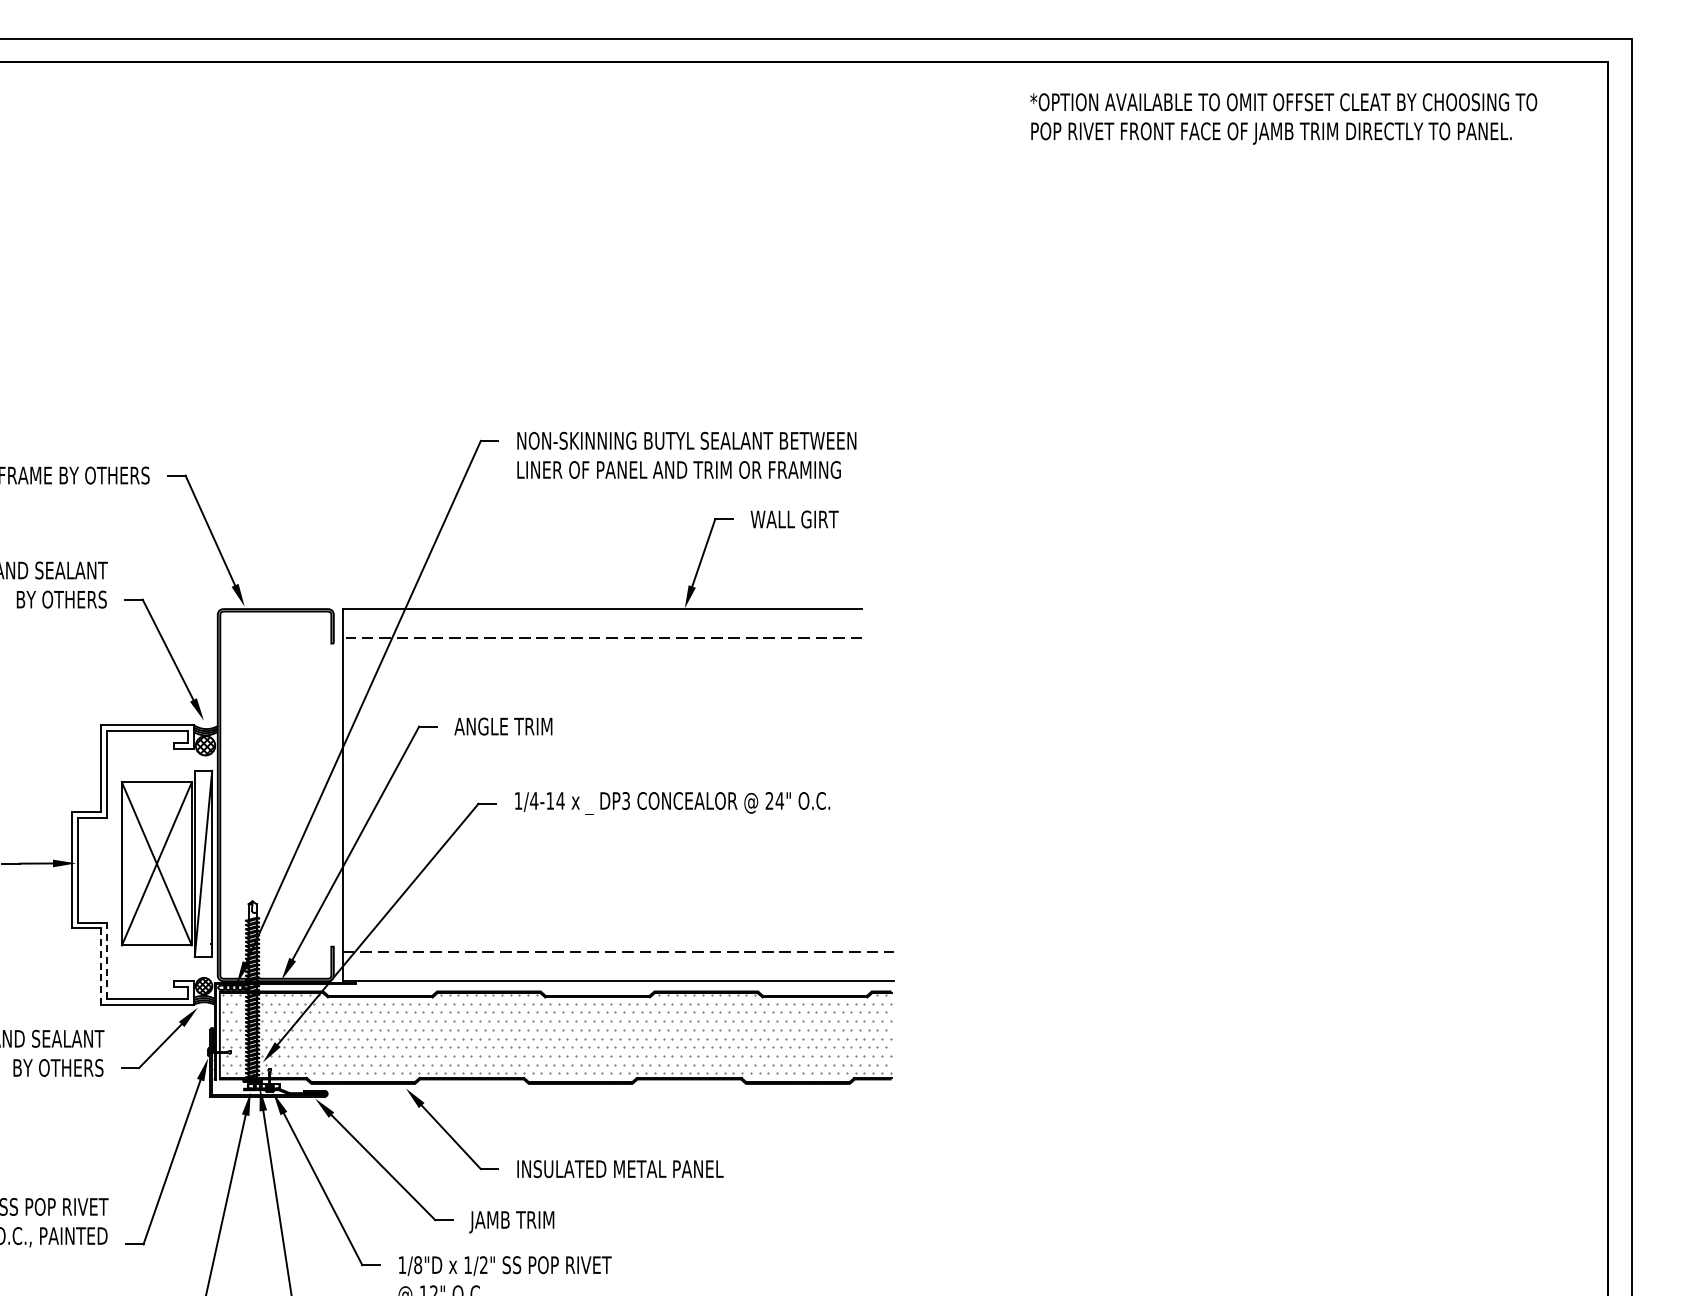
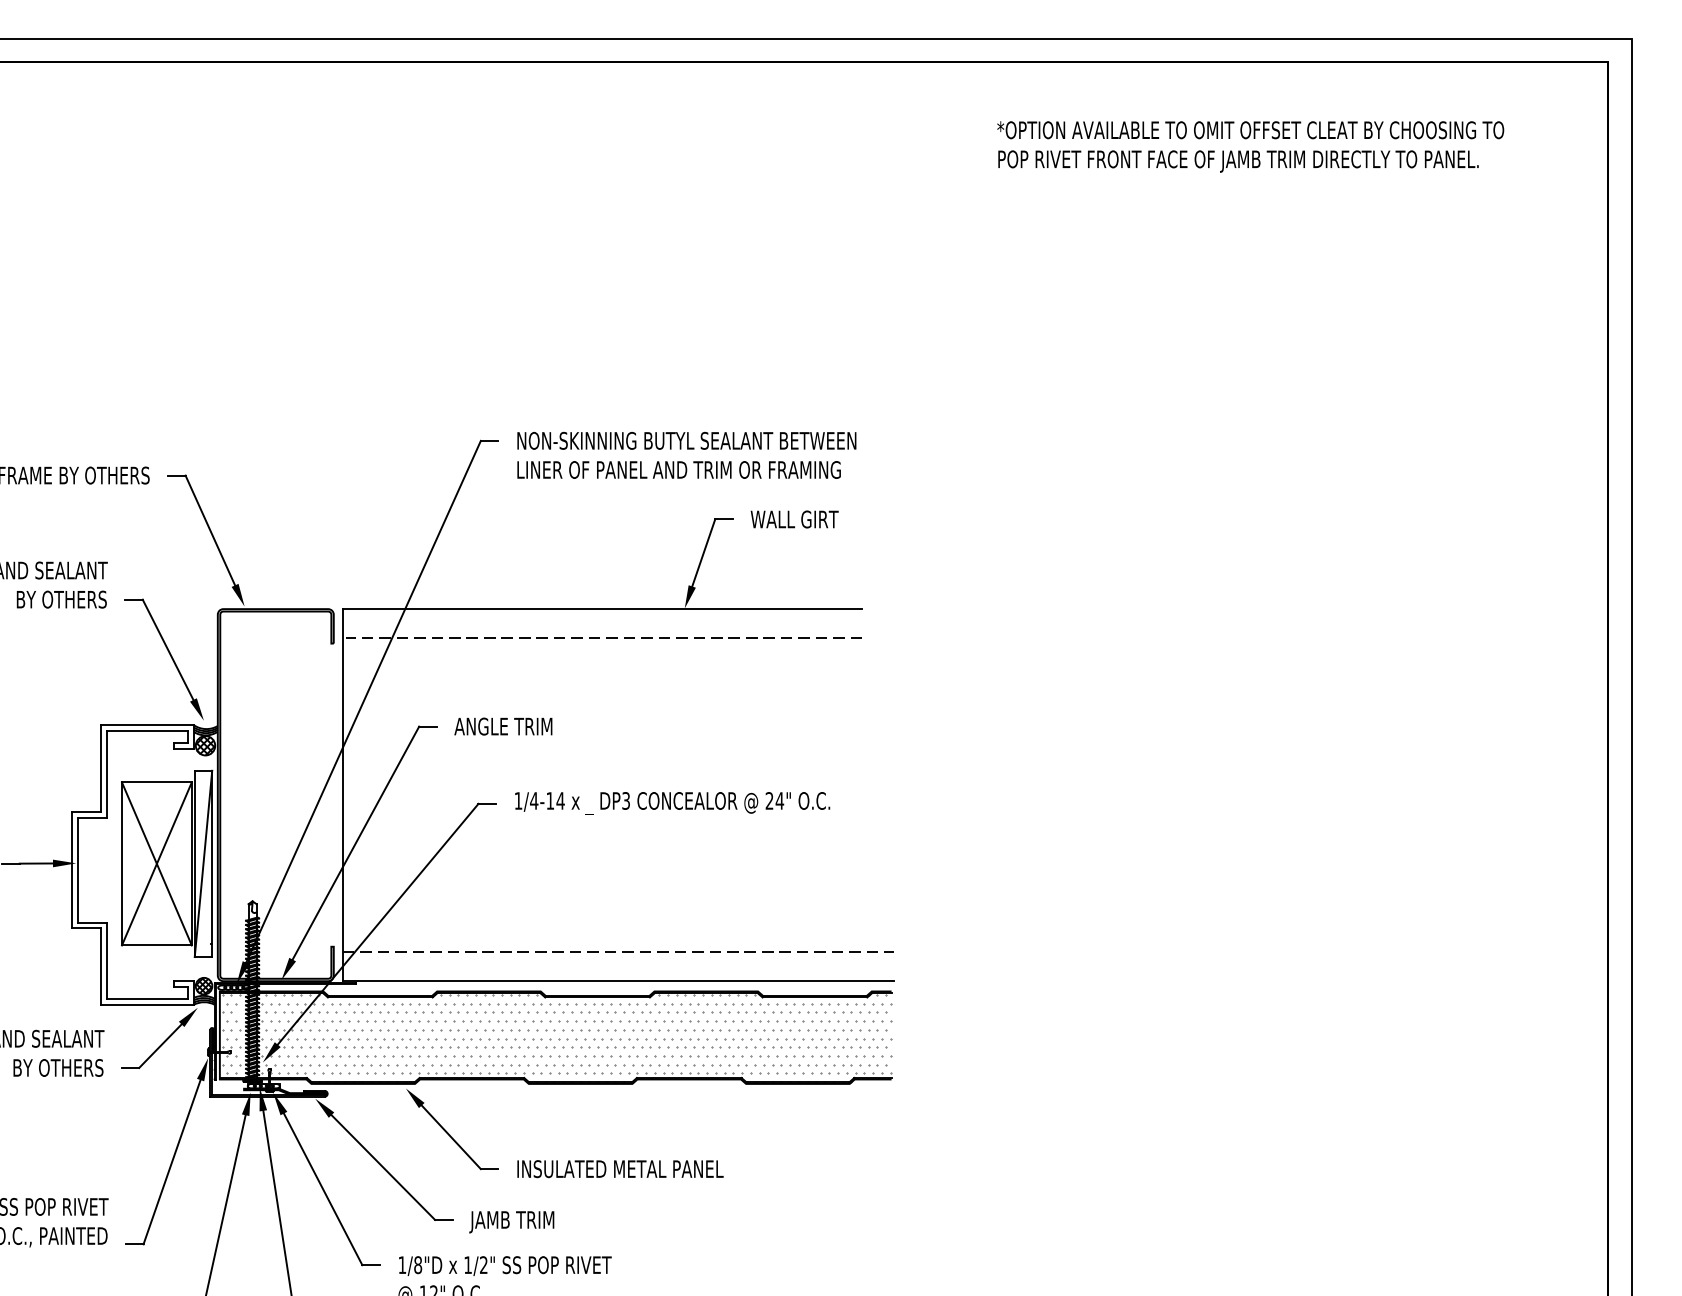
text at (1283, 118) position: (1283, 118) -> (1250, 146)
line at (106, 960): dashed -> solid
line at (100, 966): dashed -> solid
